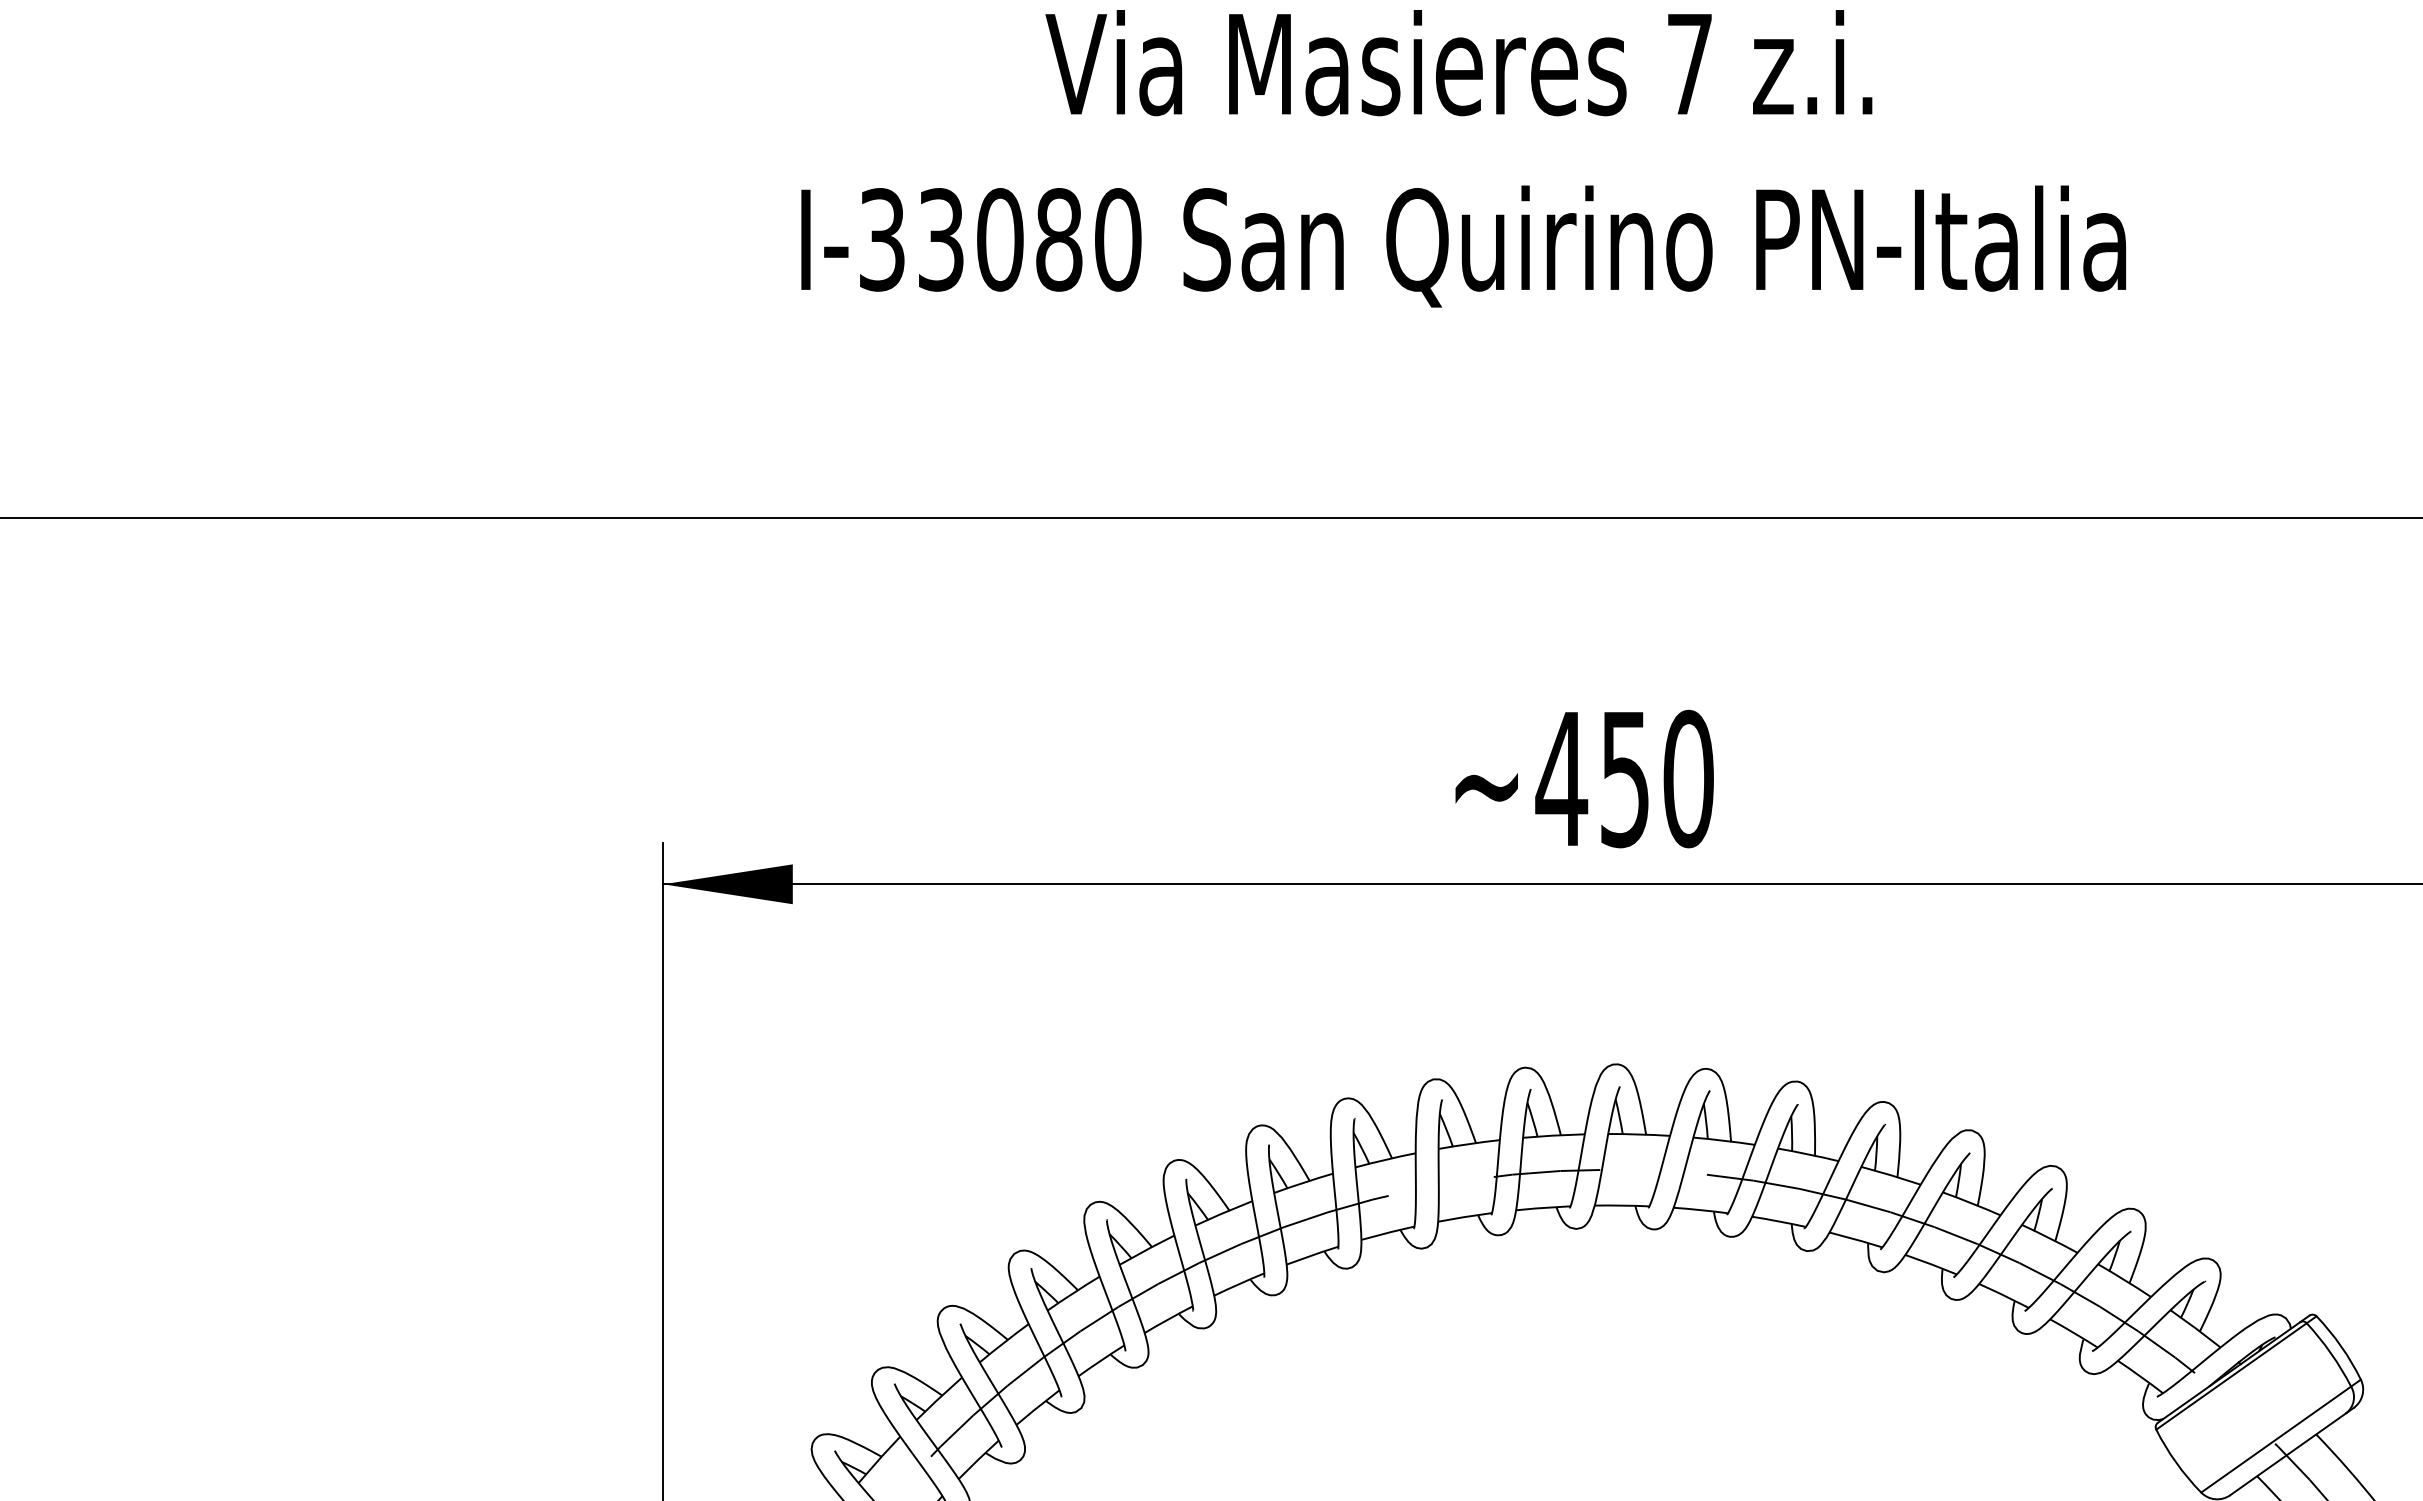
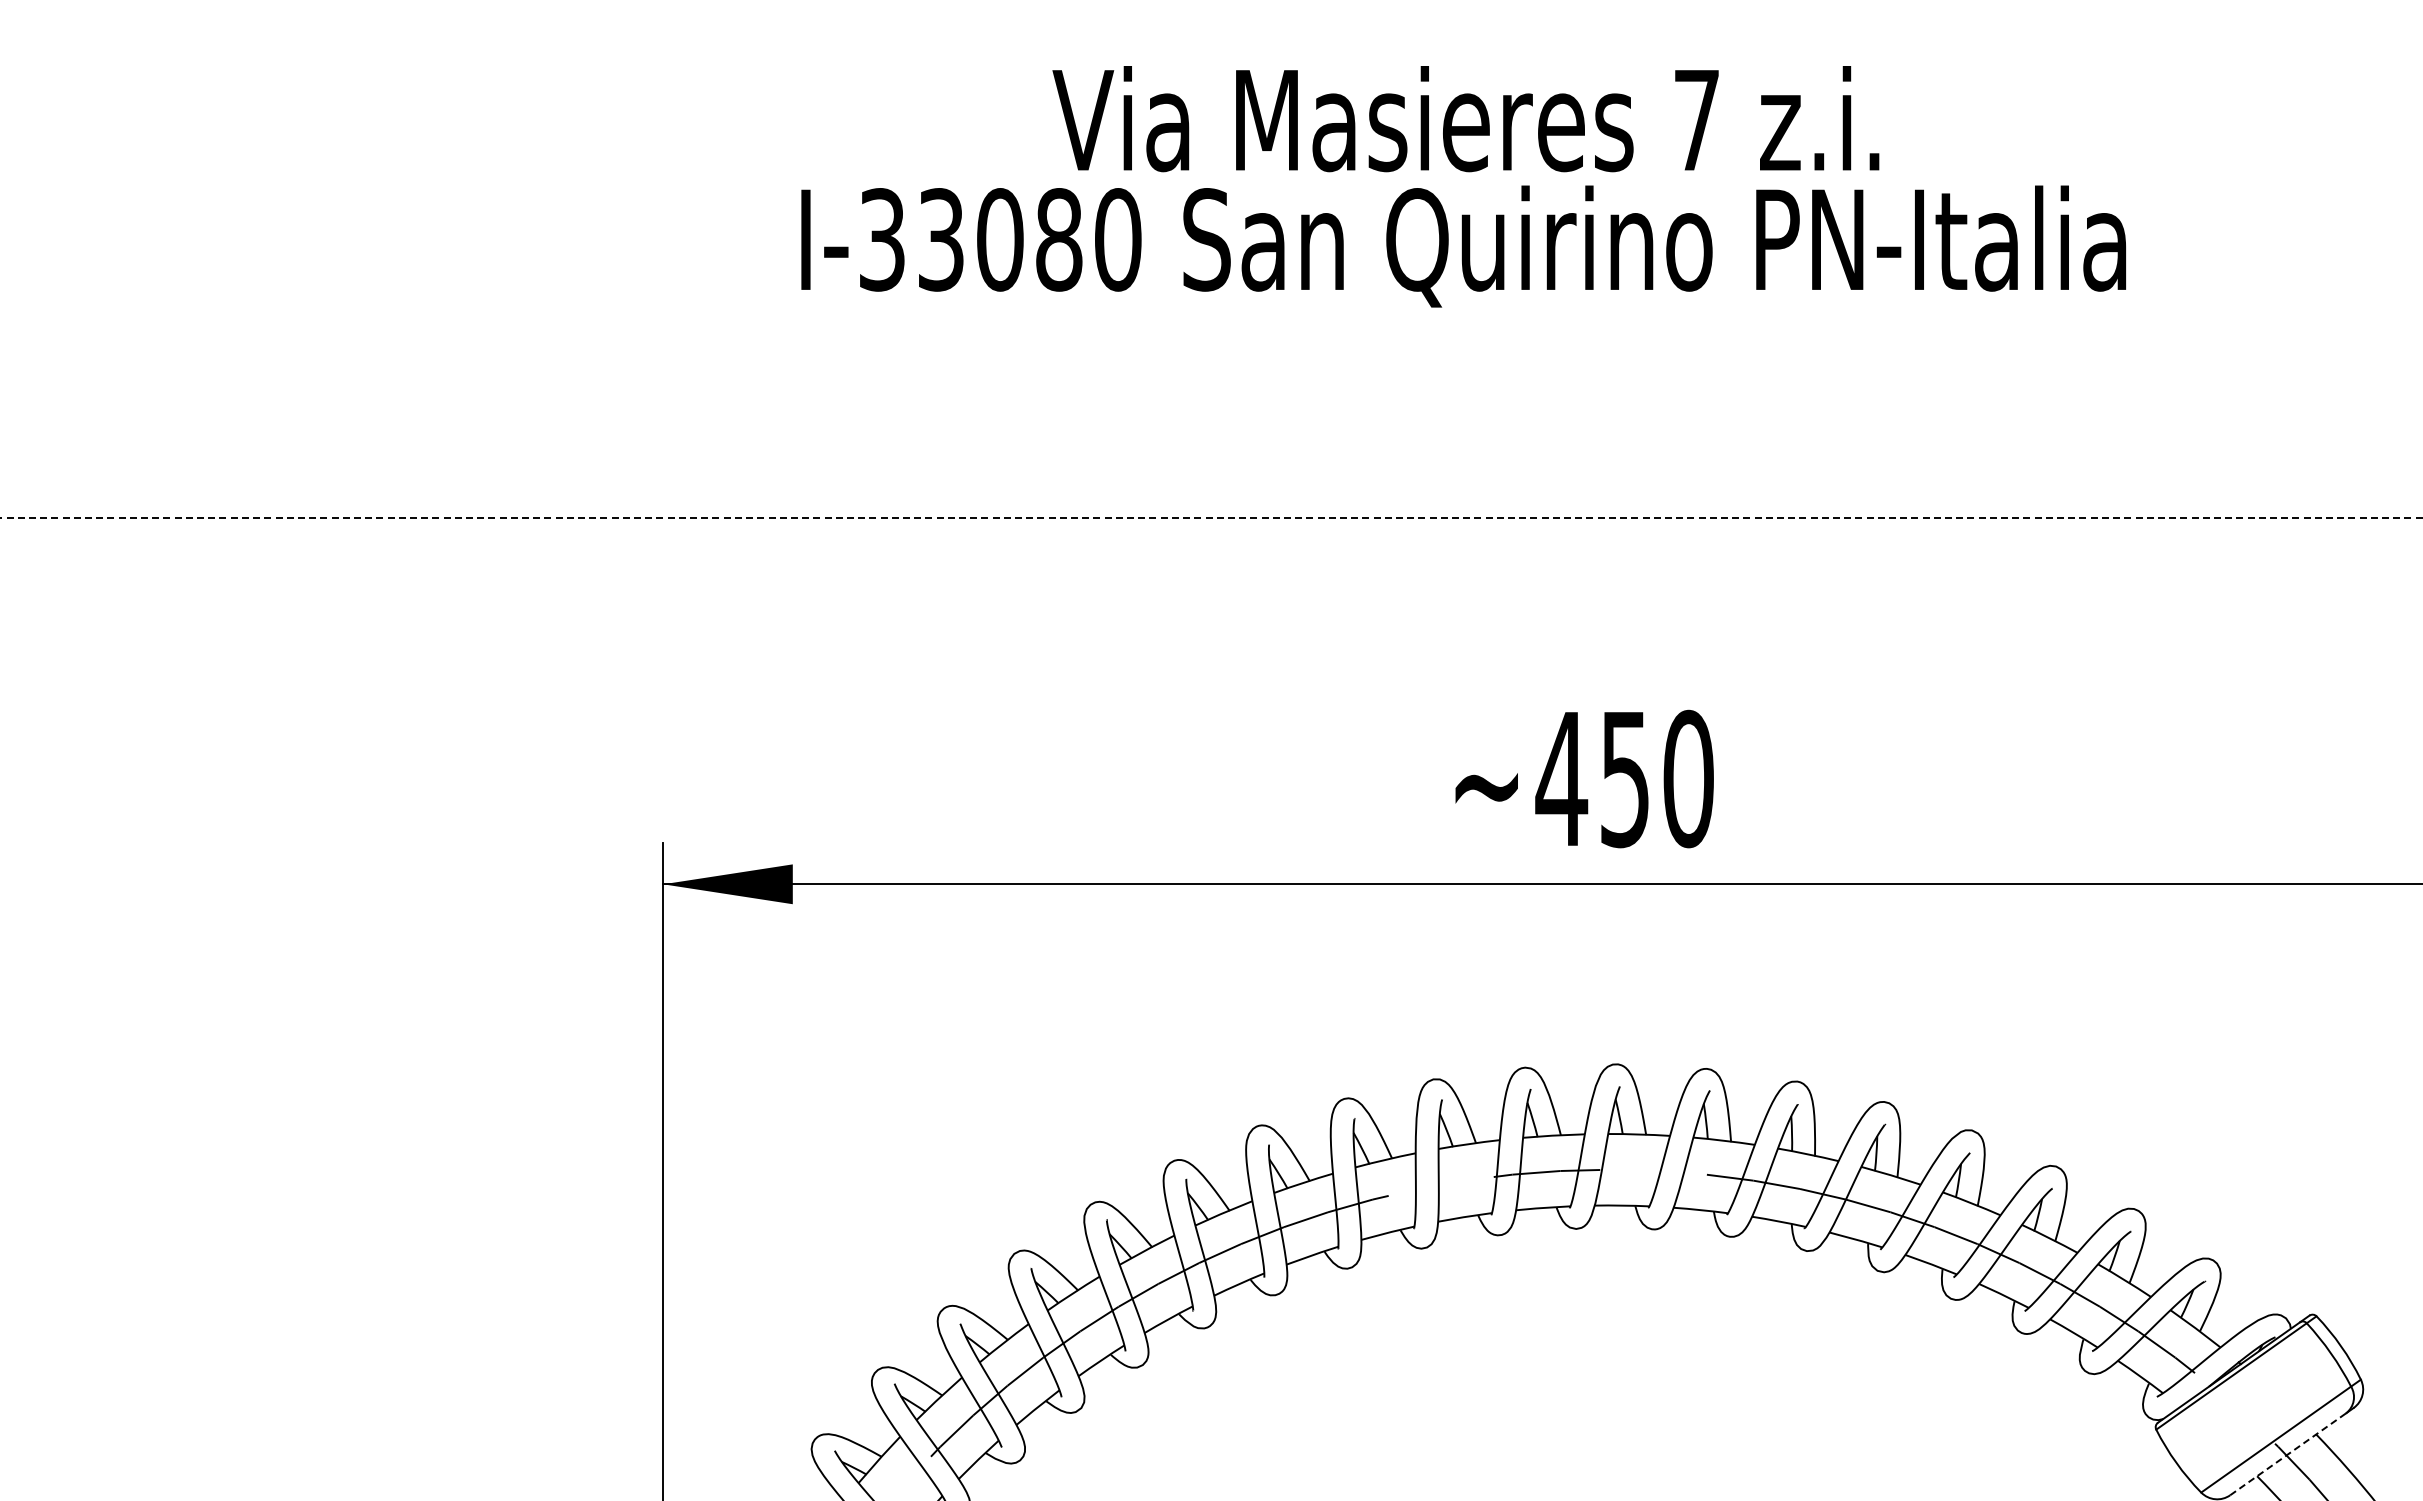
text at (1458, 63) position: (1458, 63) -> (1465, 119)
line at (1211, 517): solid -> dashed
line at (2288, 1454): solid -> dashed
